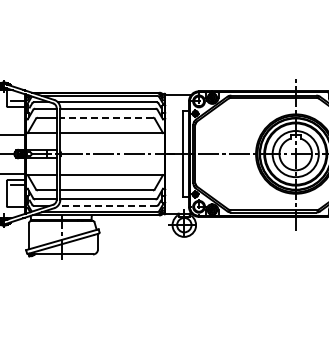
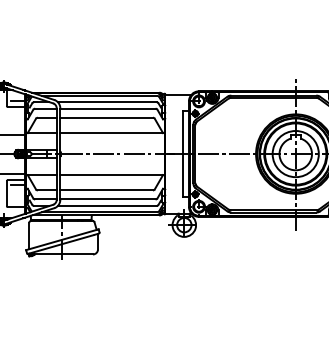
line at (106, 117): dashed -> solid
line at (106, 205): dashed -> solid
